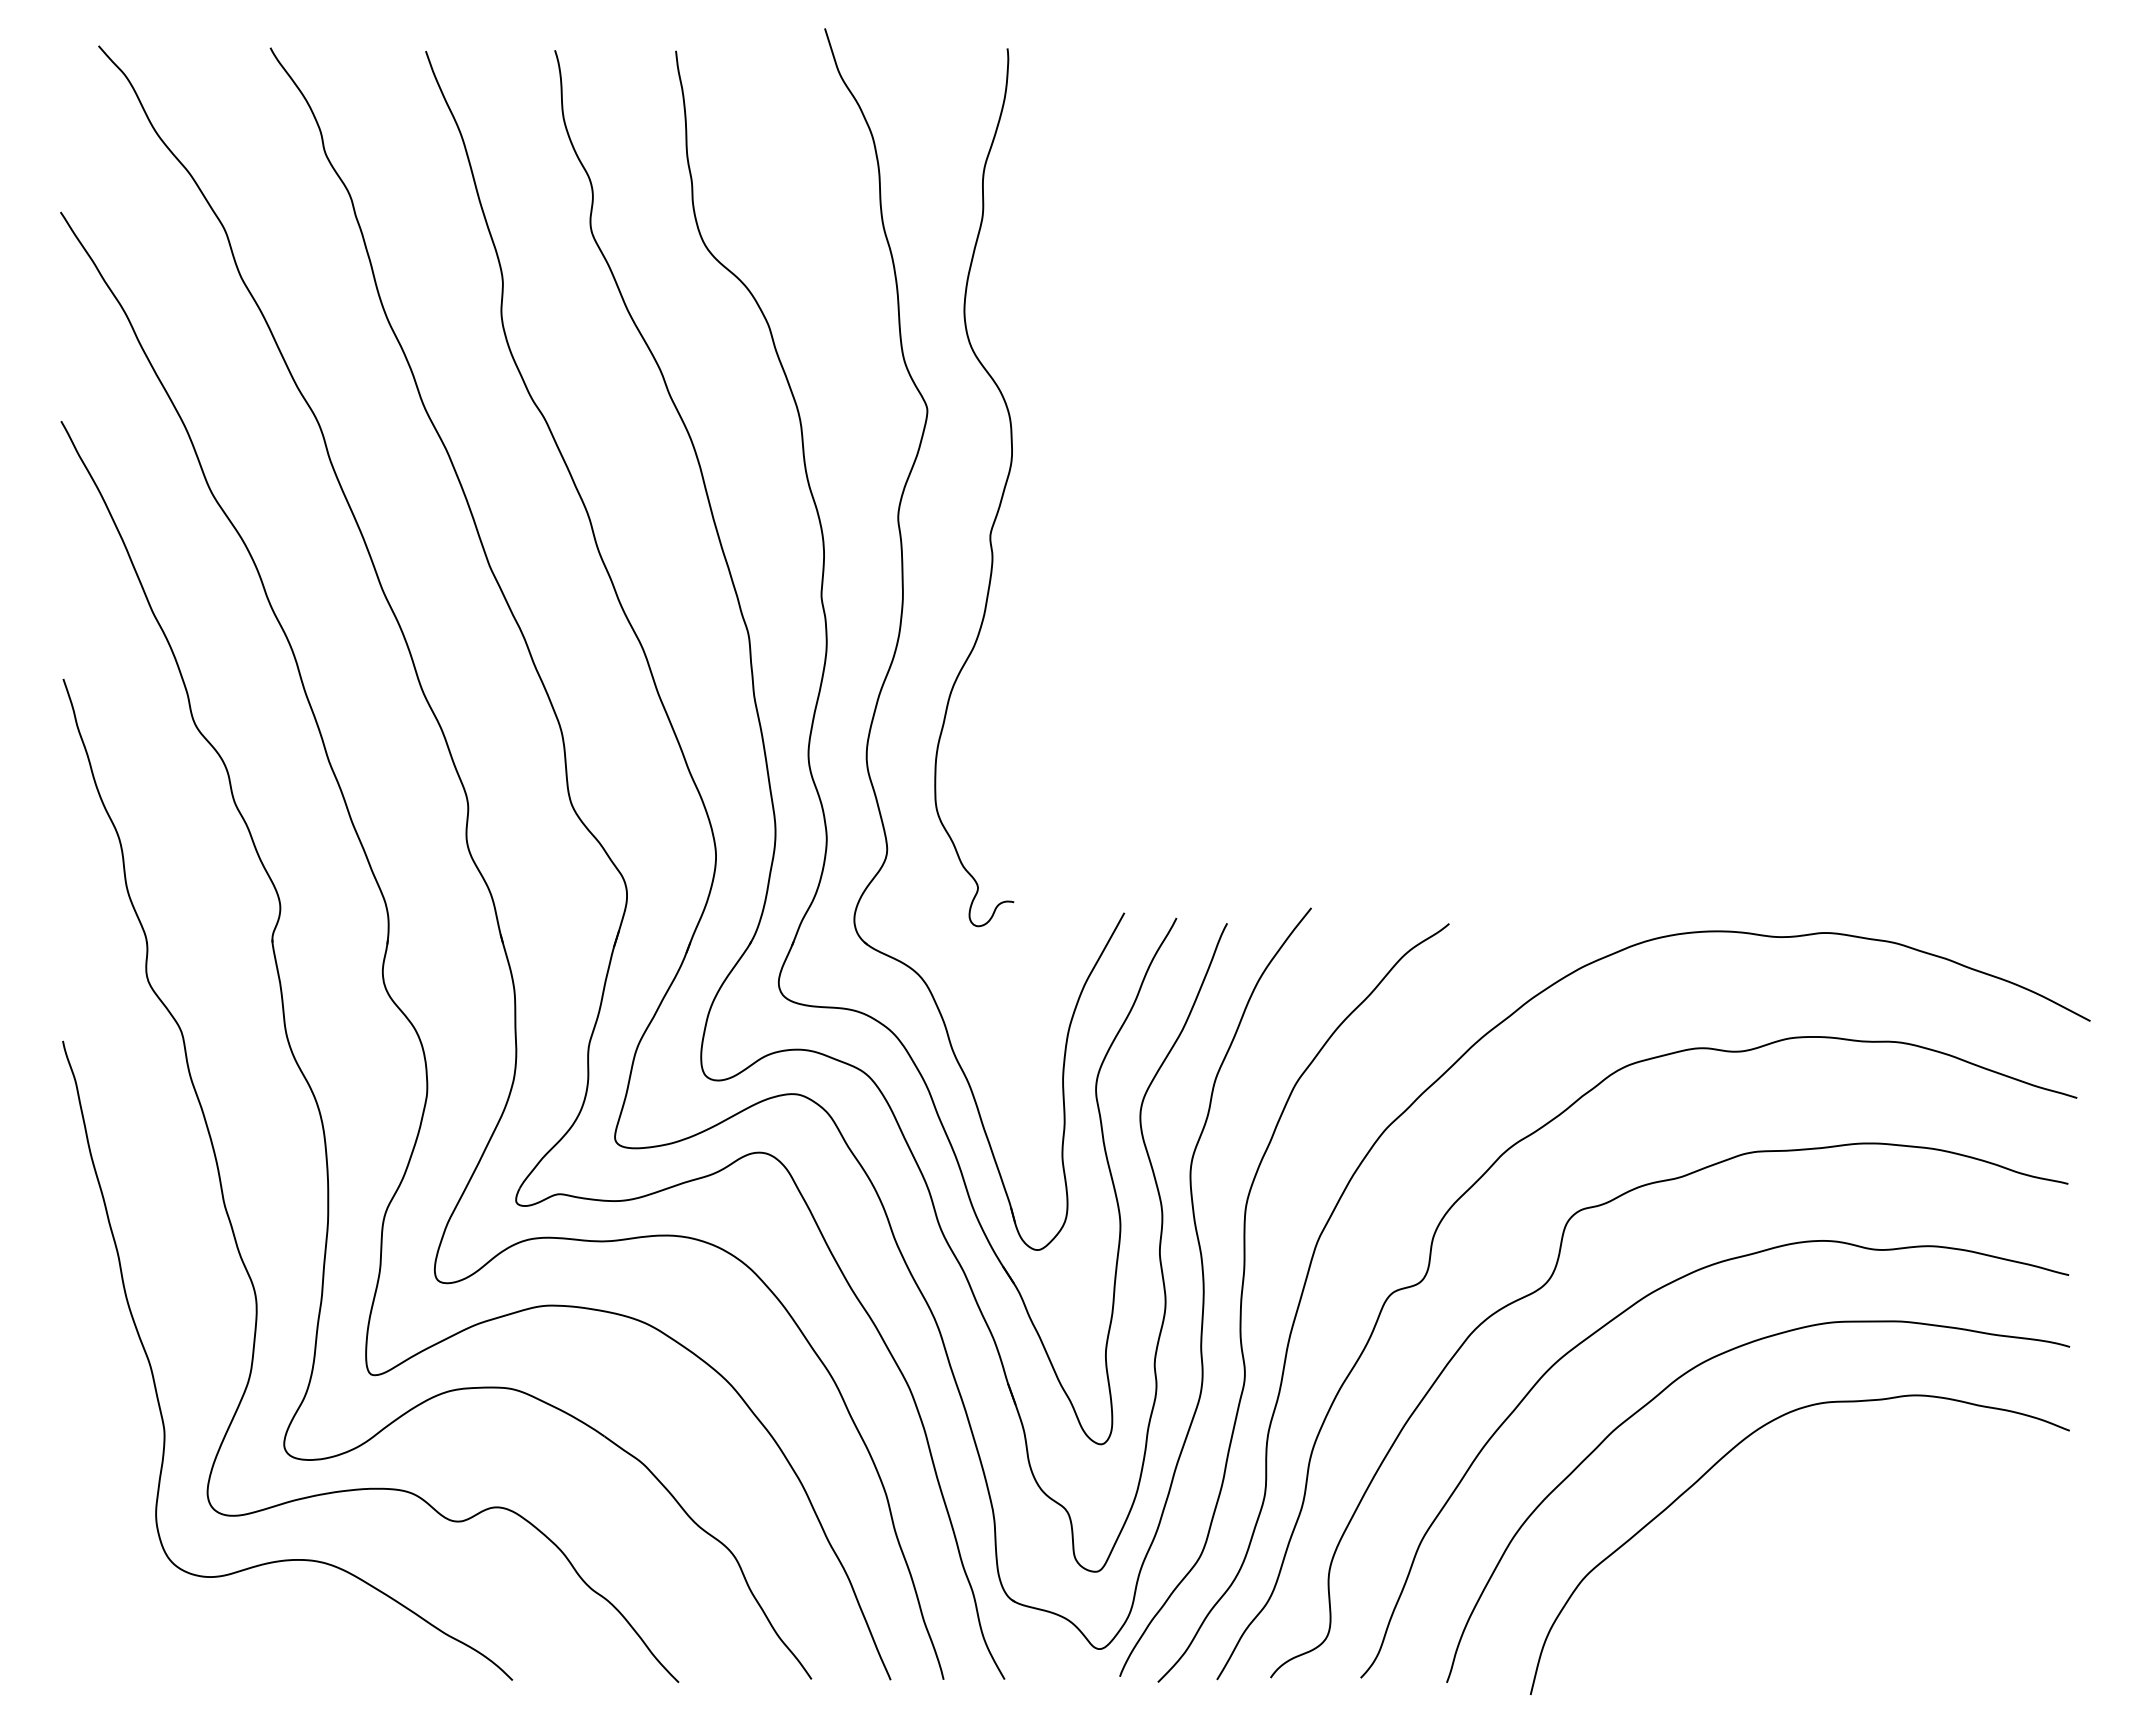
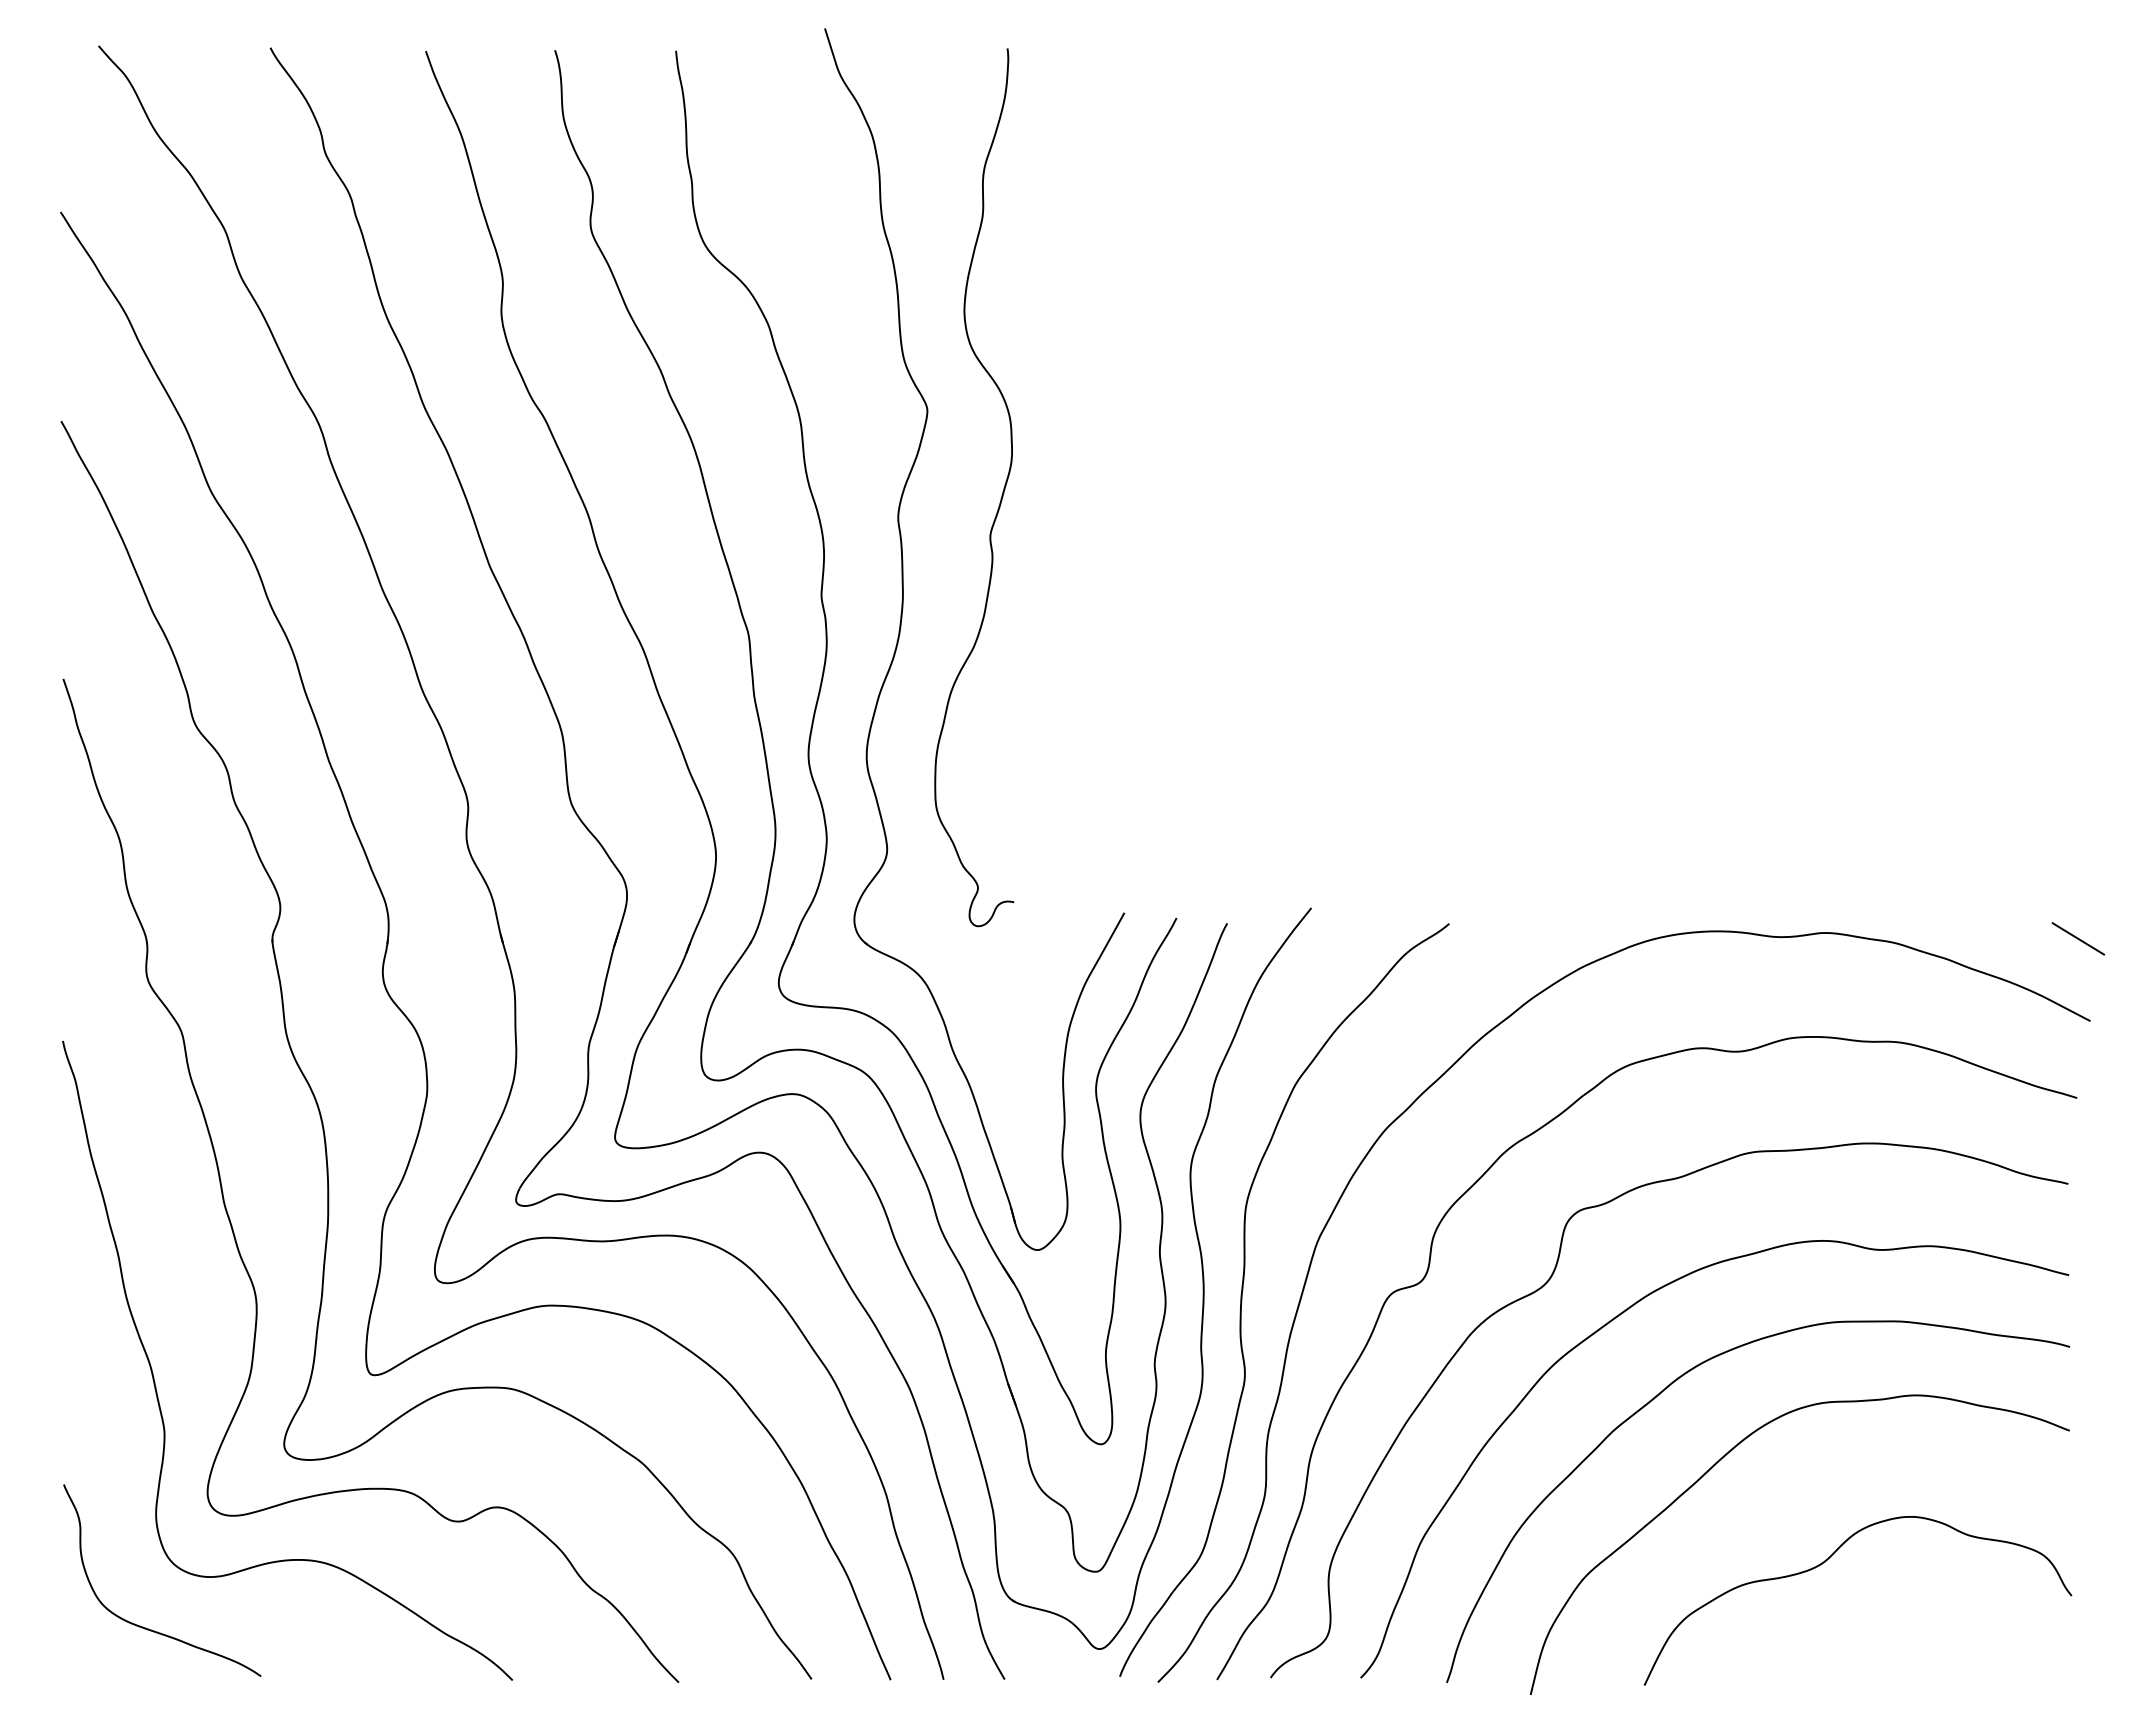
line at (2078, 938): none -> present
curve at (1825, 1562): none -> present
curve at (143, 1626): none -> present
